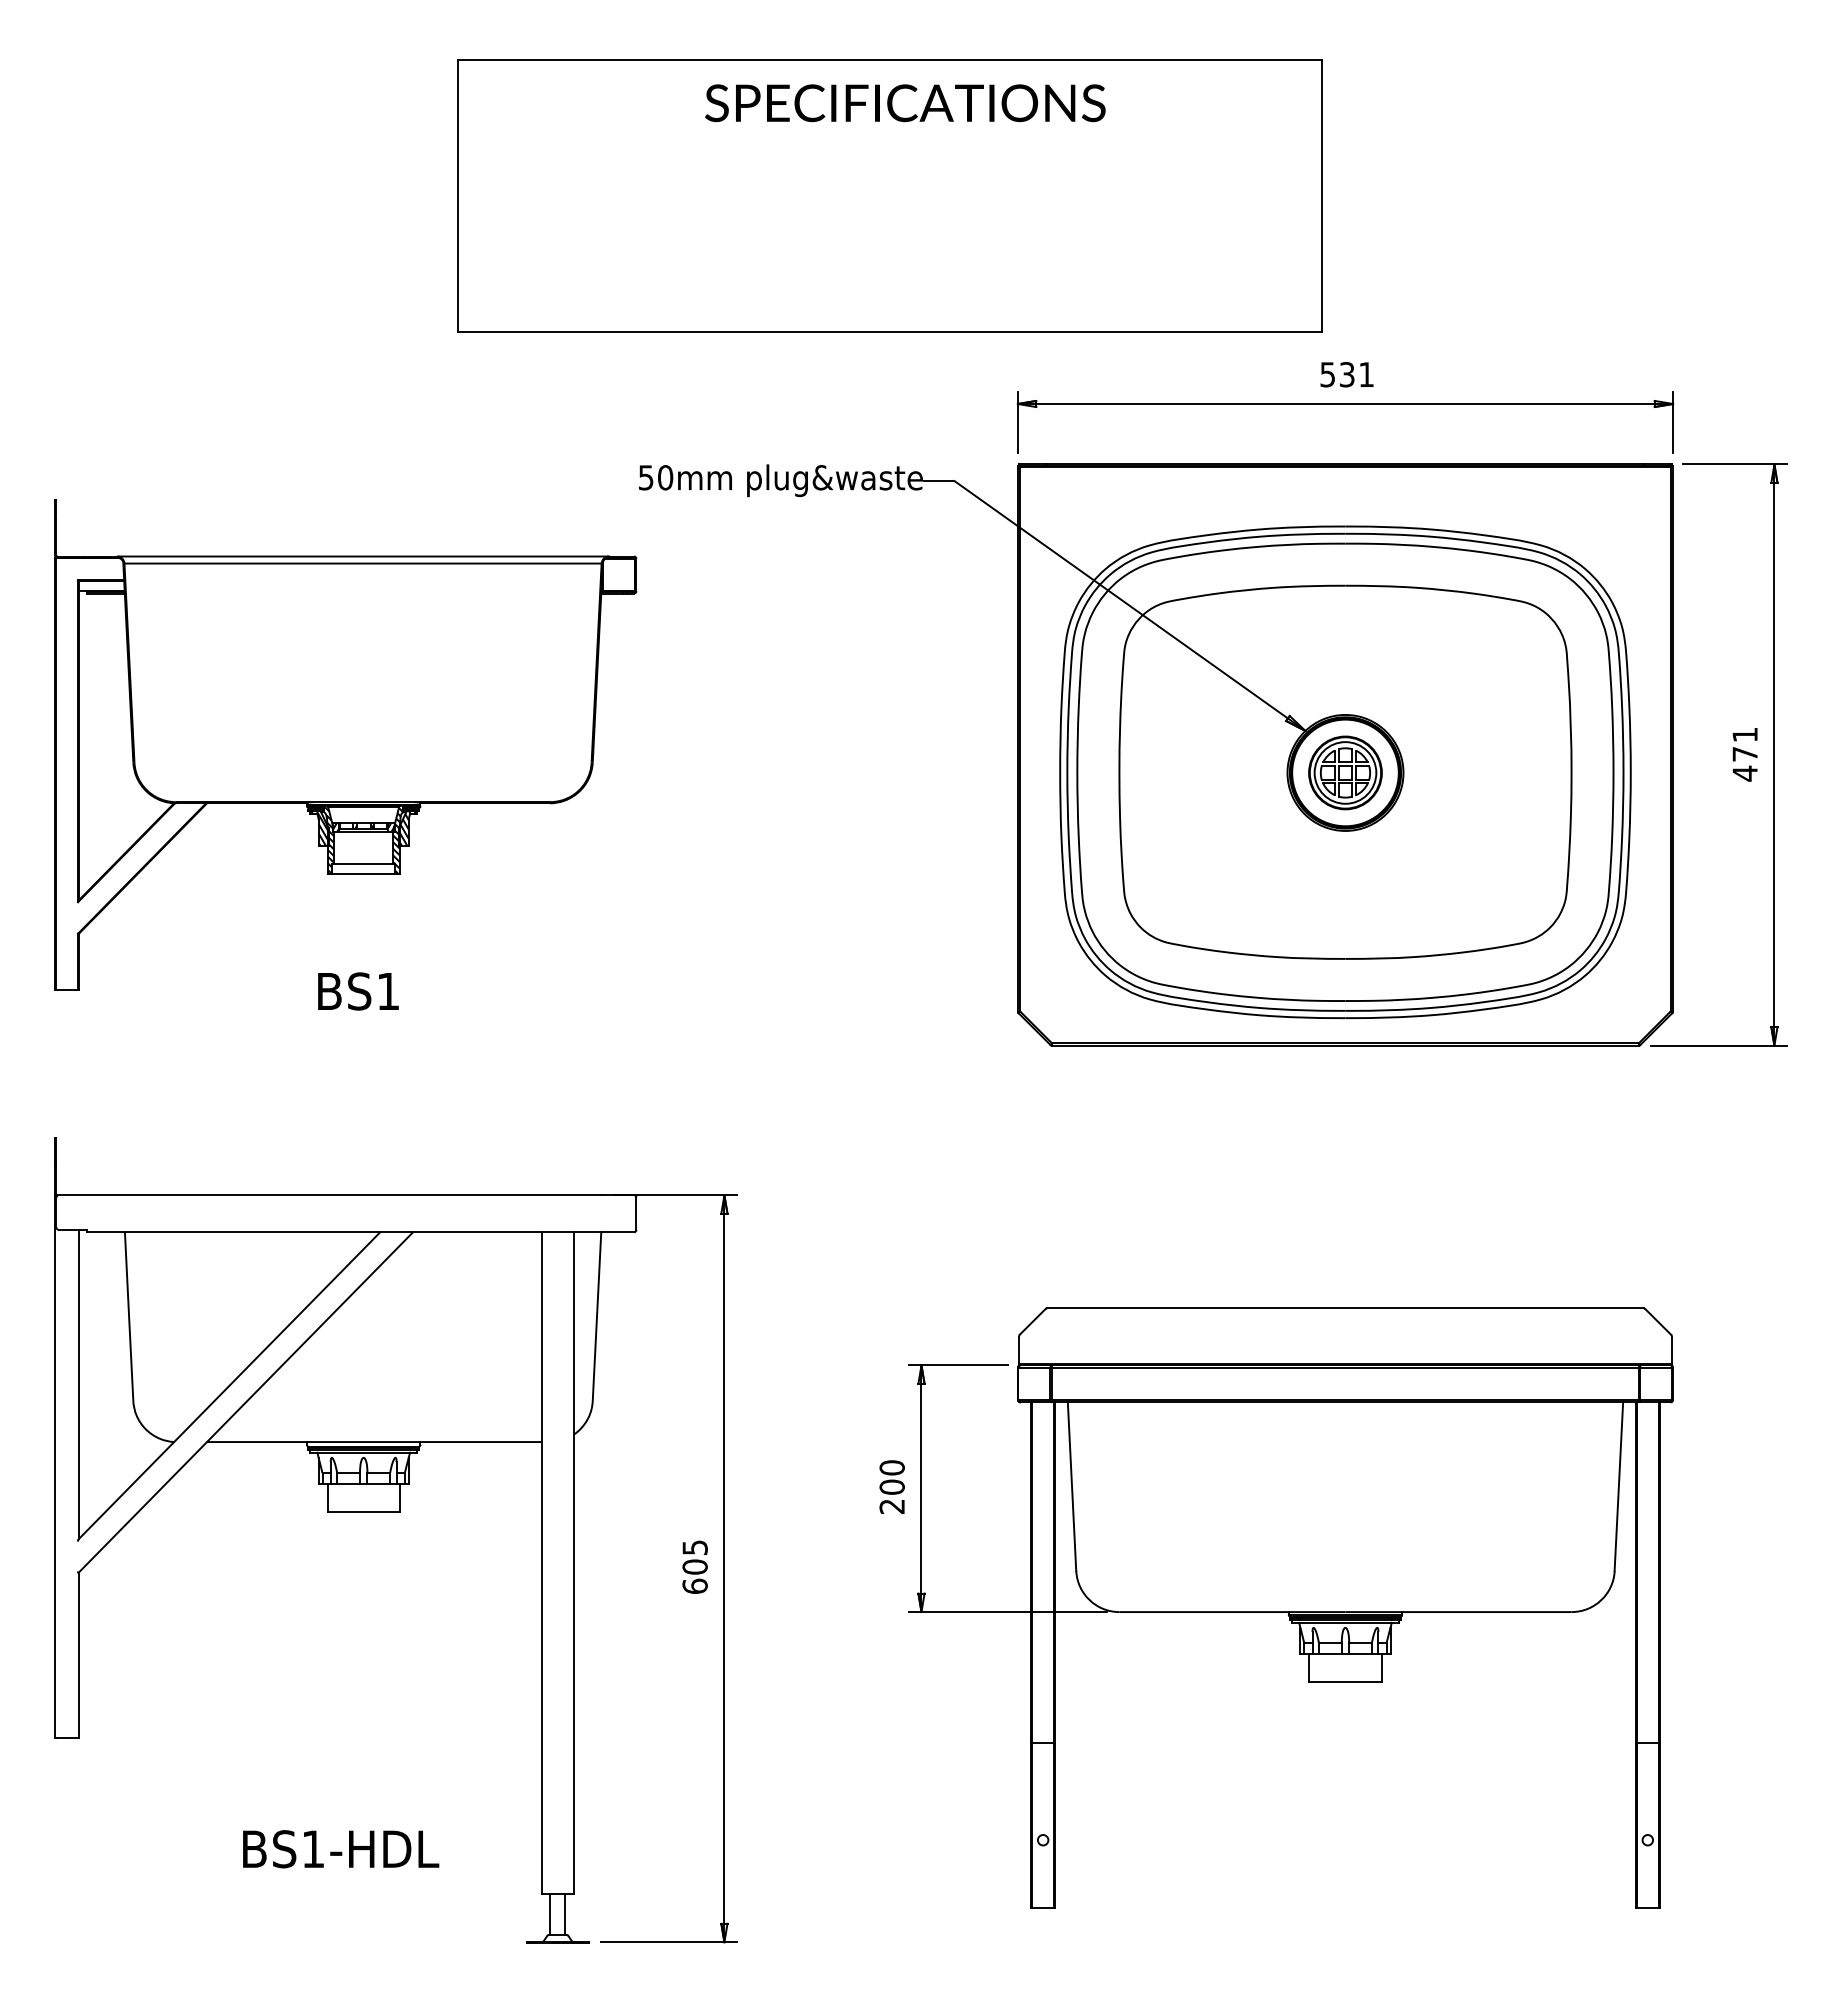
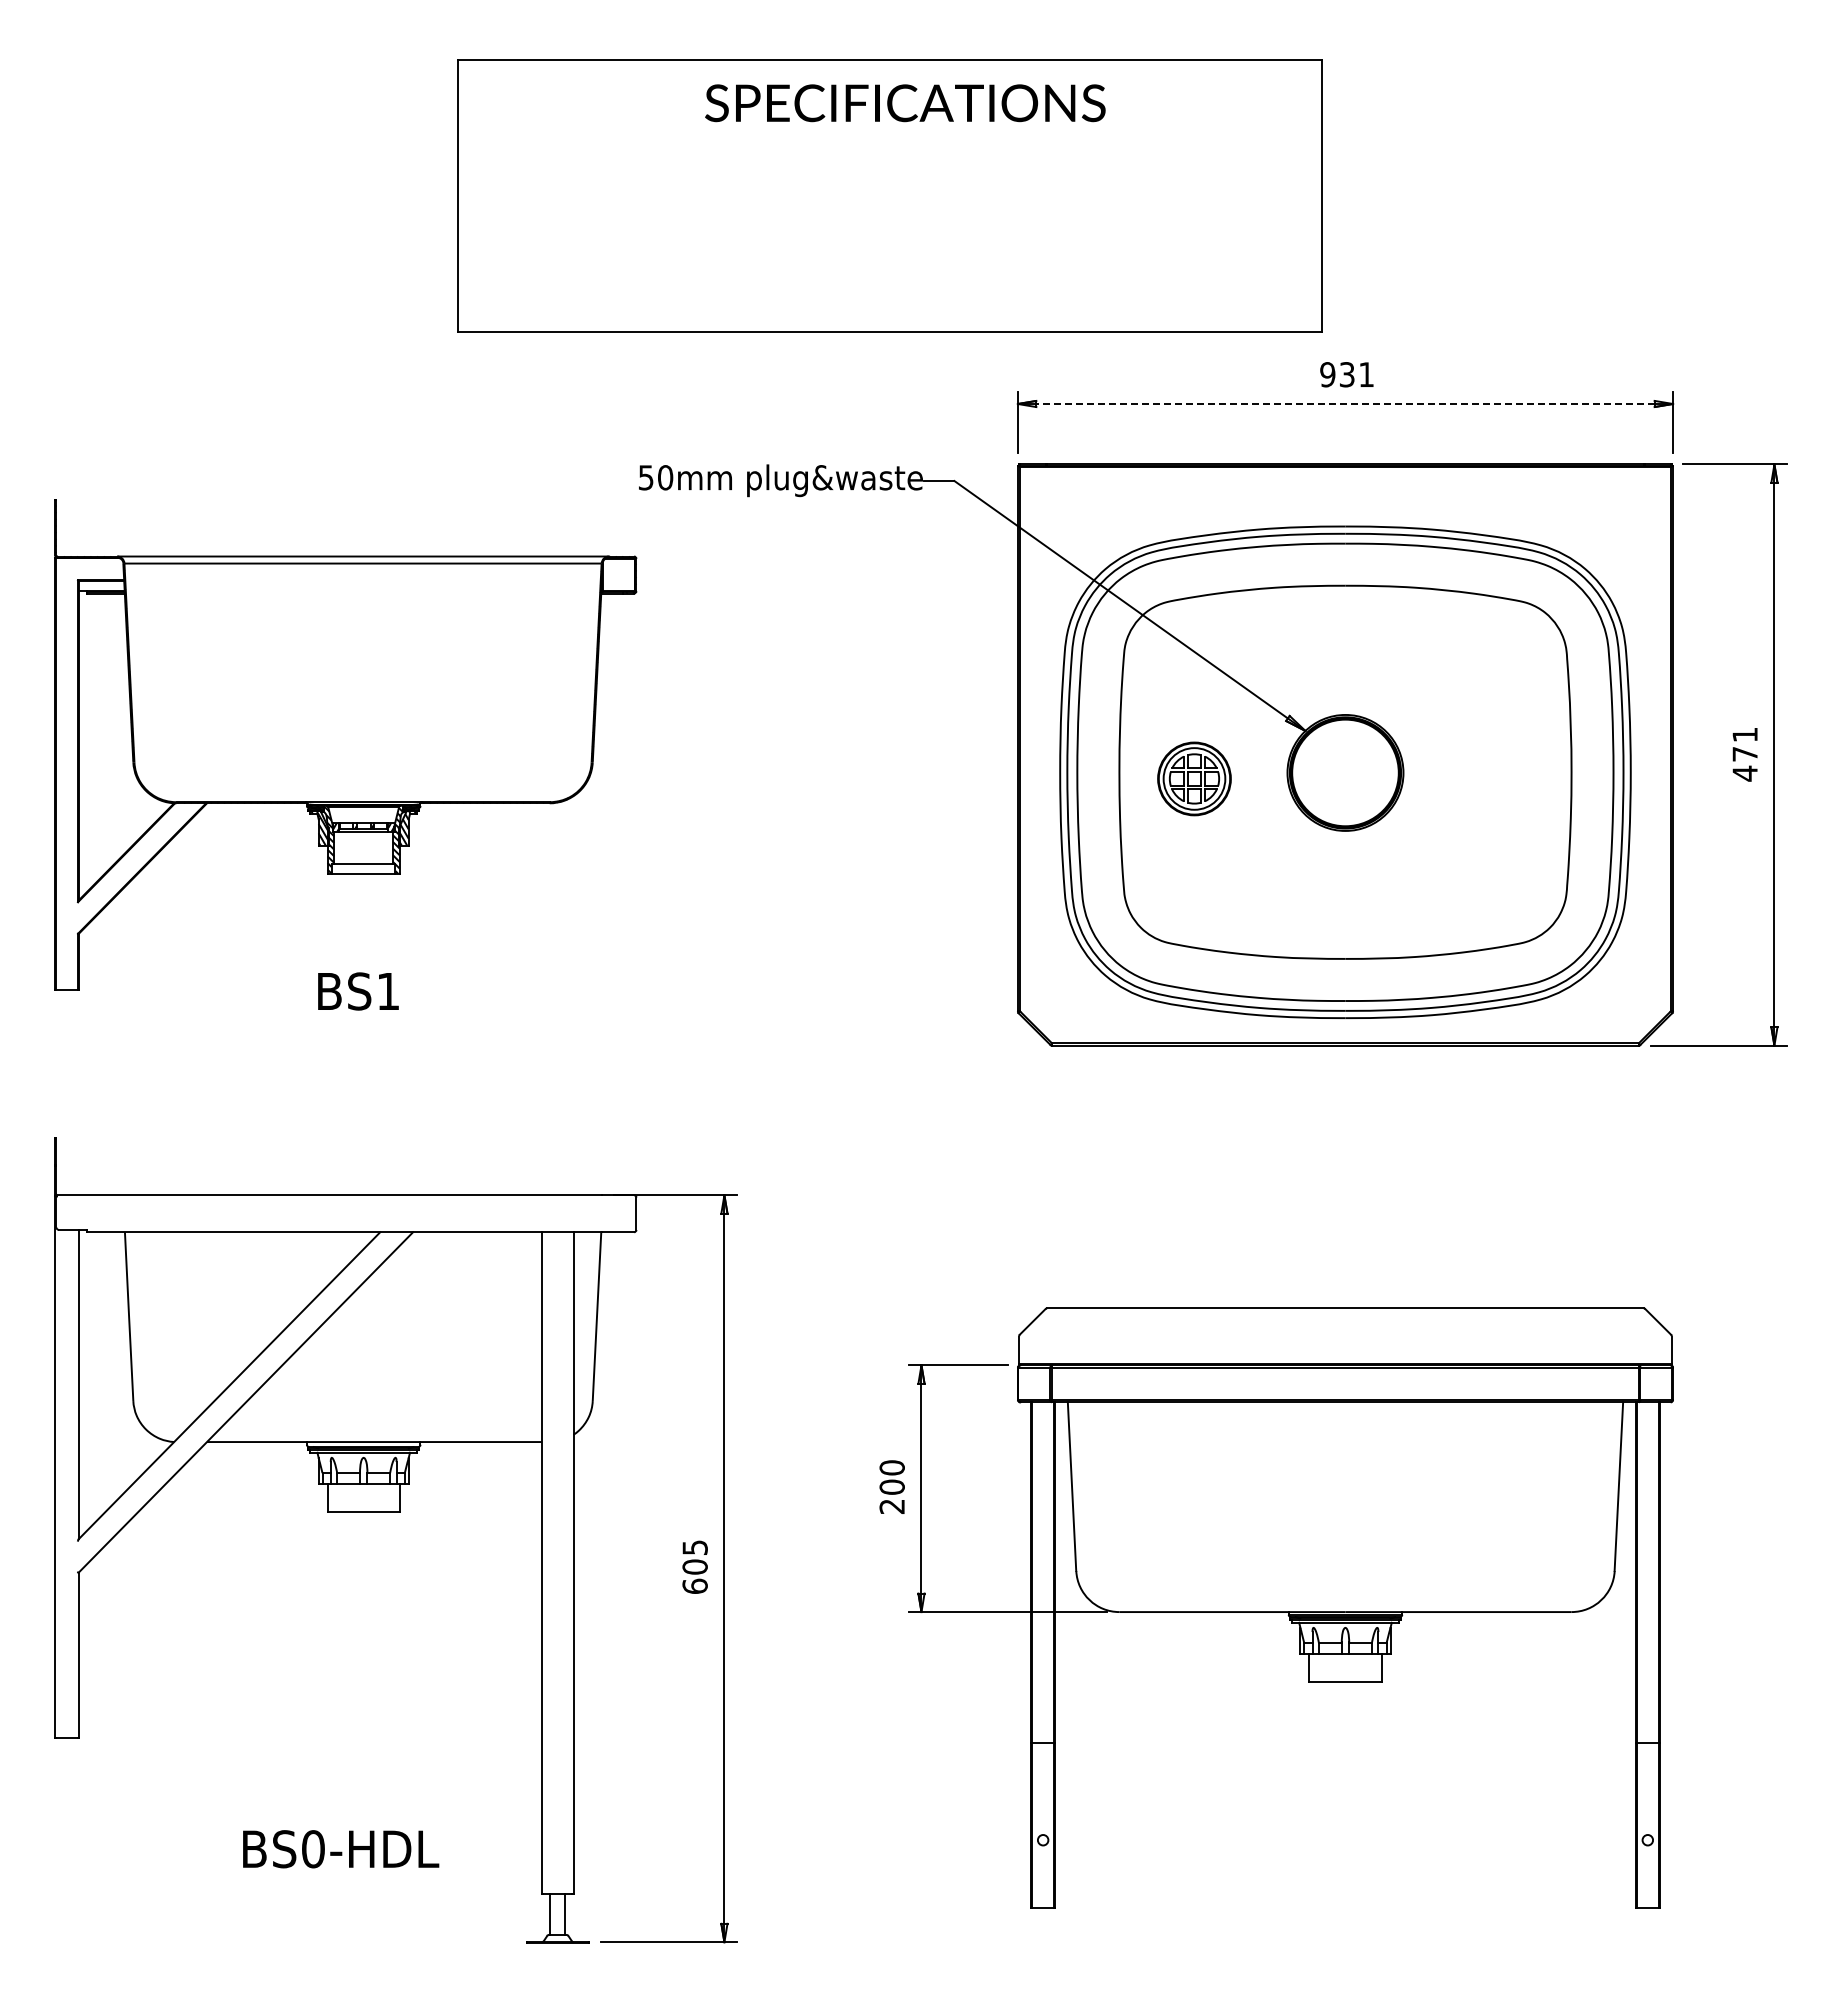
text at (1327, 374): 531 -> 931
line at (1344, 404): solid -> dashed
part at (1345, 772) position: (1345, 772) -> (1194, 778)
text at (313, 1849): BS1-HDL -> BS0-HDL
